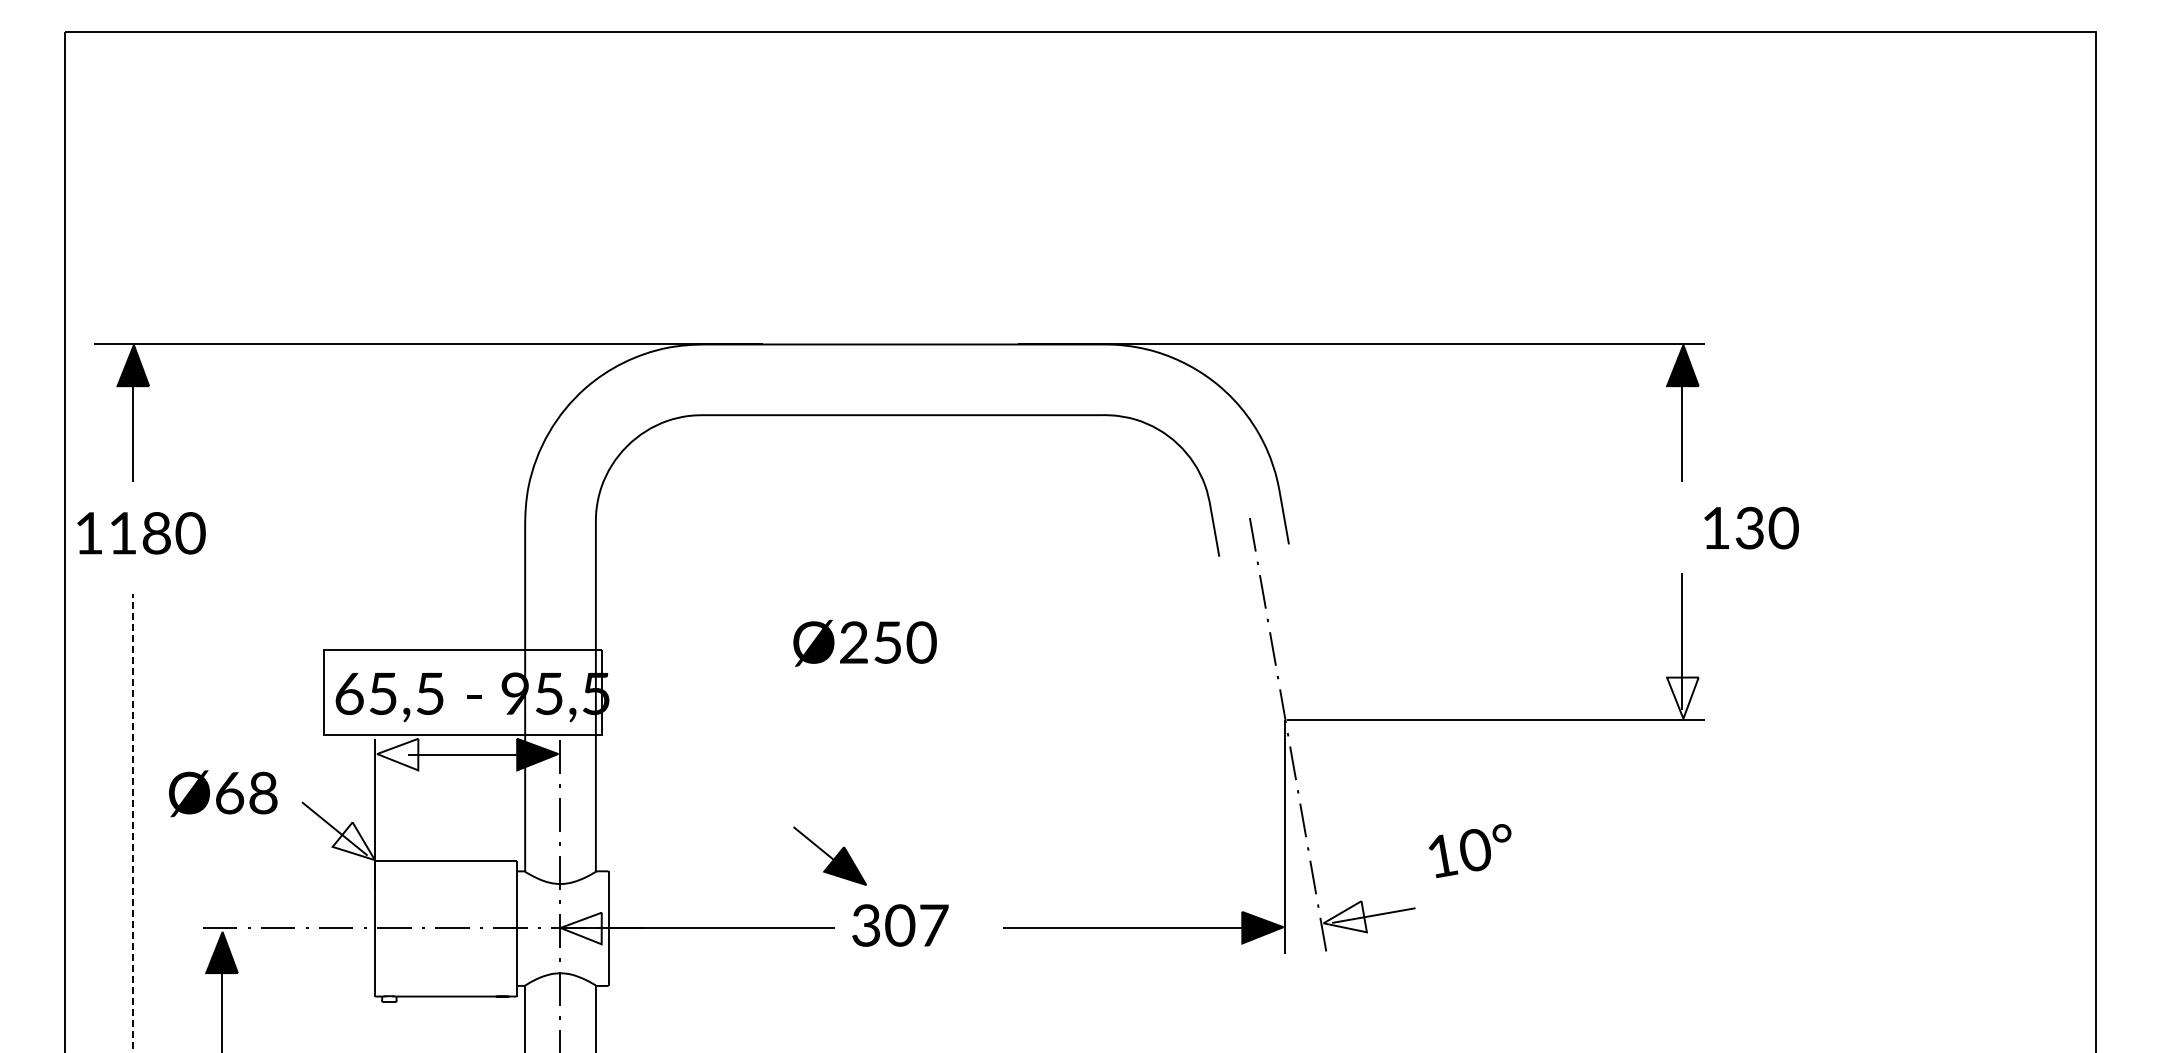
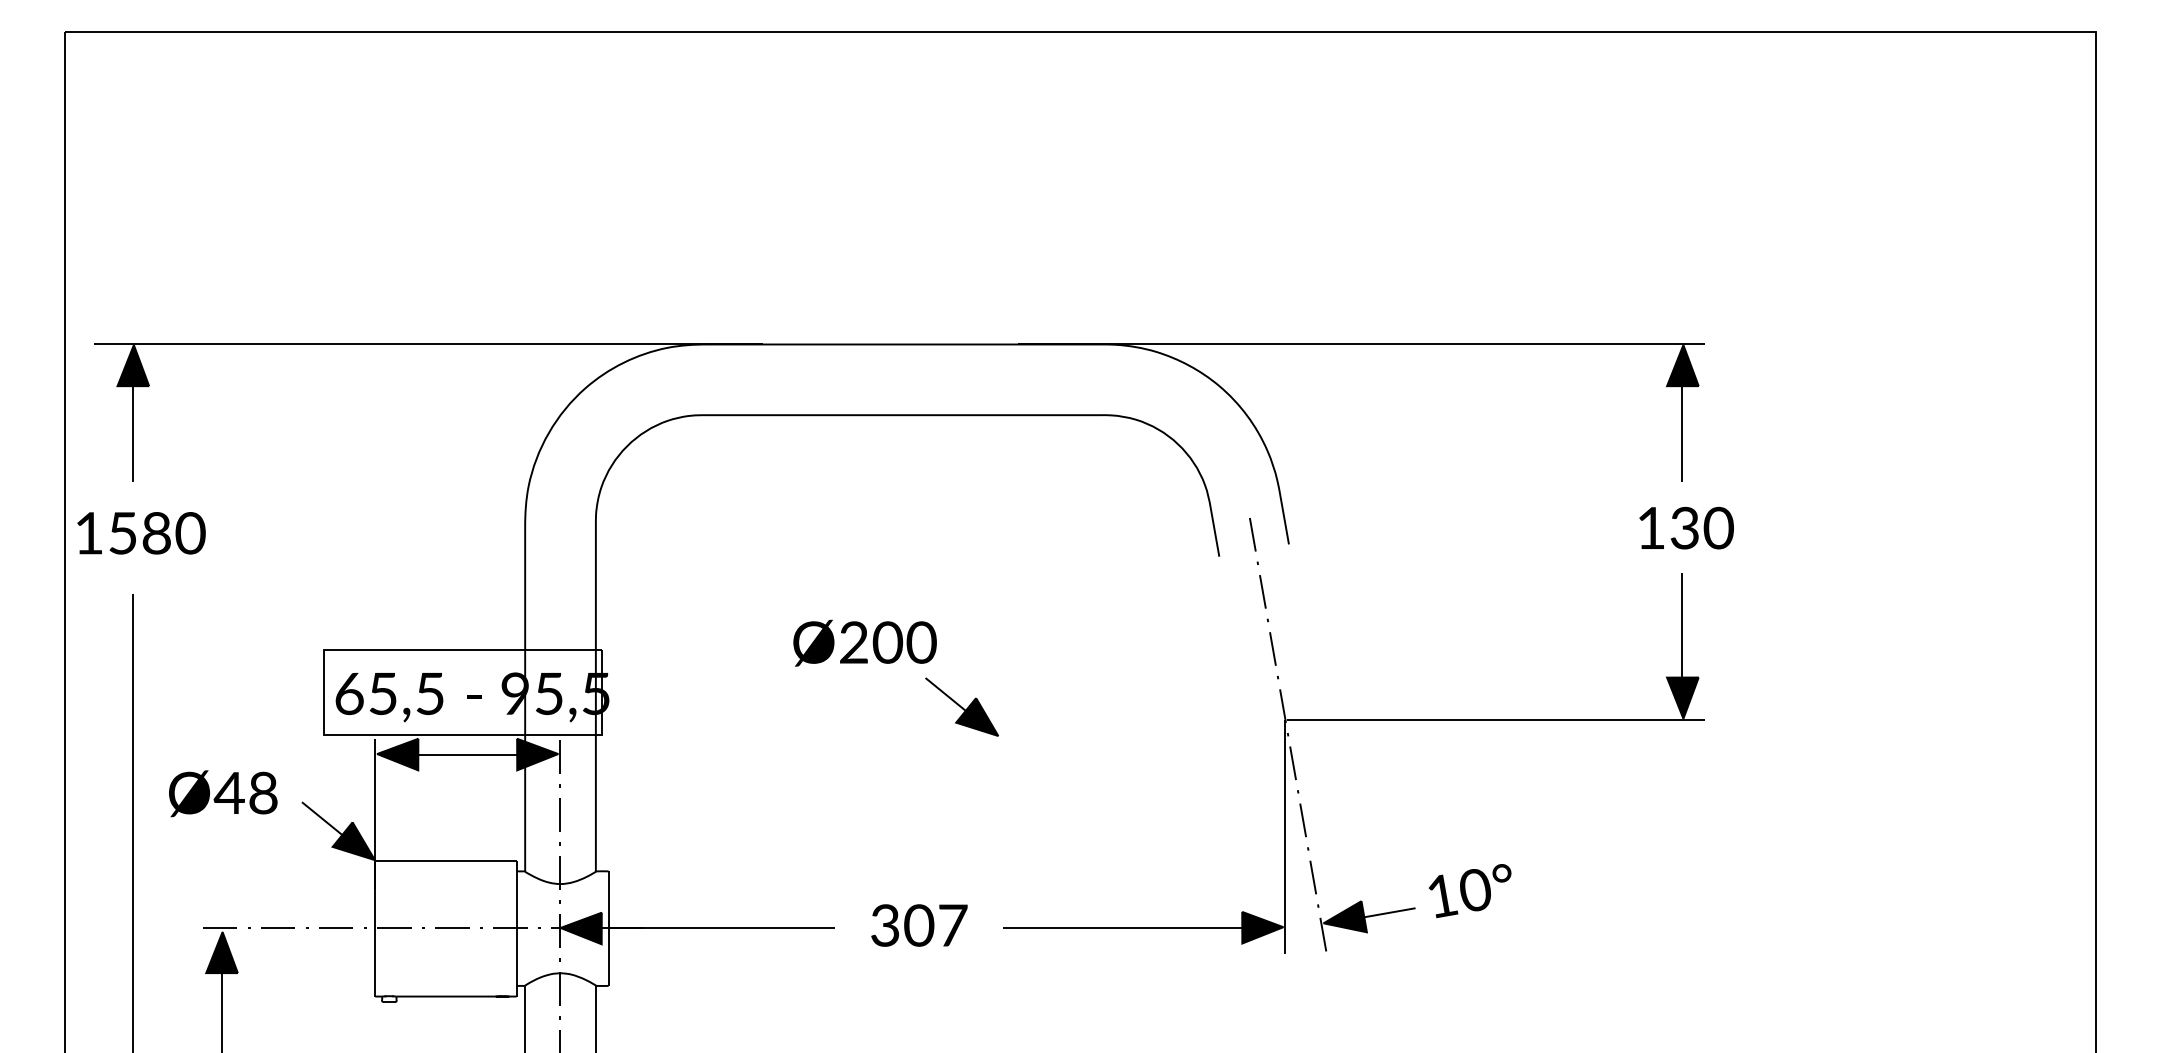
text at (1751, 527) position: (1751, 527) -> (1686, 527)
text at (122, 533): 1180 -> 1580
text at (887, 642): Ø250 -> Ø200
fill at (1682, 697): none -> present
fill at (397, 754): none -> present
text at (228, 793): Ø68 -> Ø48
line at (132, 823): dashed -> solid
fill at (353, 841): none -> present
text at (1469, 851) position: (1469, 851) -> (1469, 891)
part at (829, 855) position: (829, 855) -> (961, 706)
fill at (1344, 916): none -> present
text at (900, 925) position: (900, 925) -> (919, 925)
fill at (580, 928): none -> present
